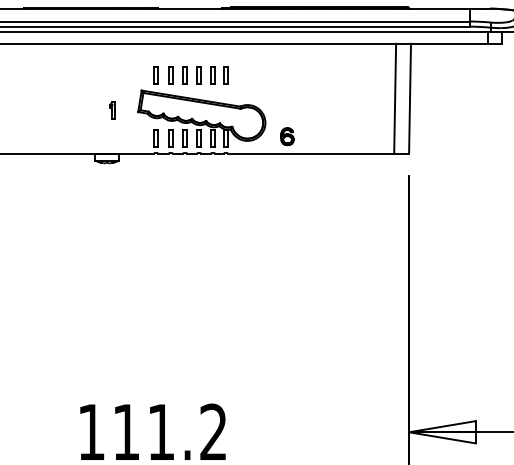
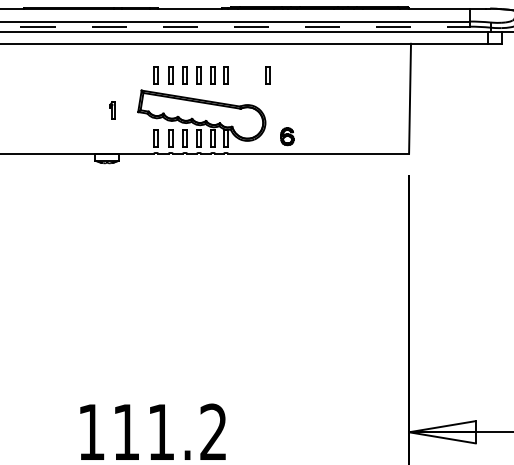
line at (235, 26): solid -> dashed
part at (267, 75): none -> present
line at (395, 98): present -> none
